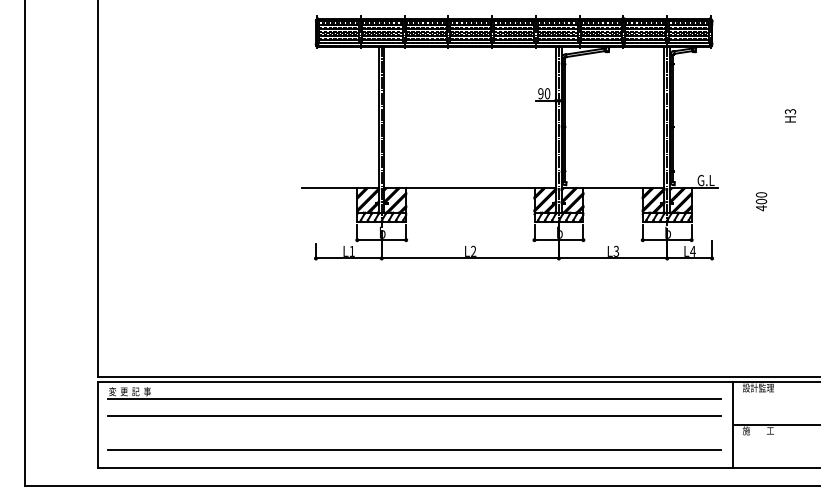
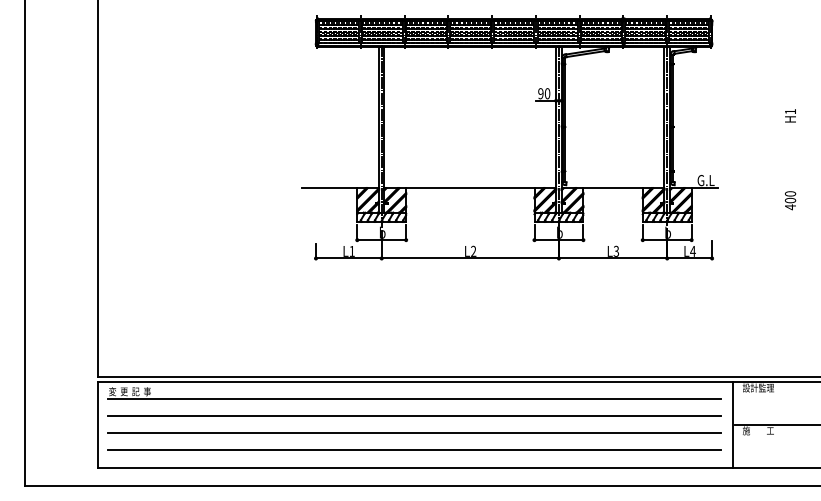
text at (790, 111): H3 -> H1
text at (761, 201) position: (761, 201) -> (790, 200)
line at (414, 433): none -> present
